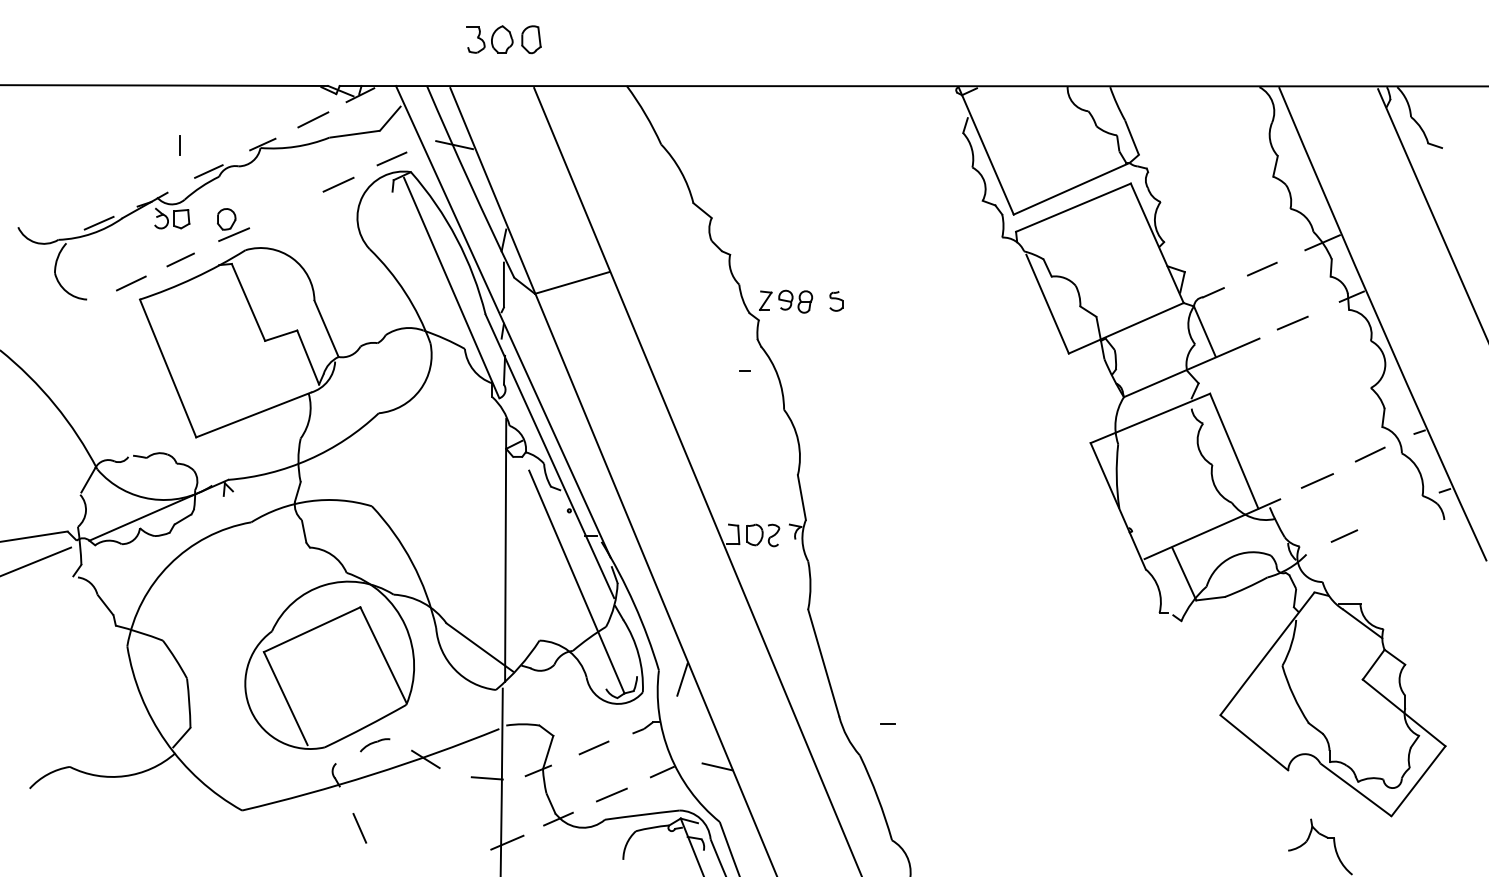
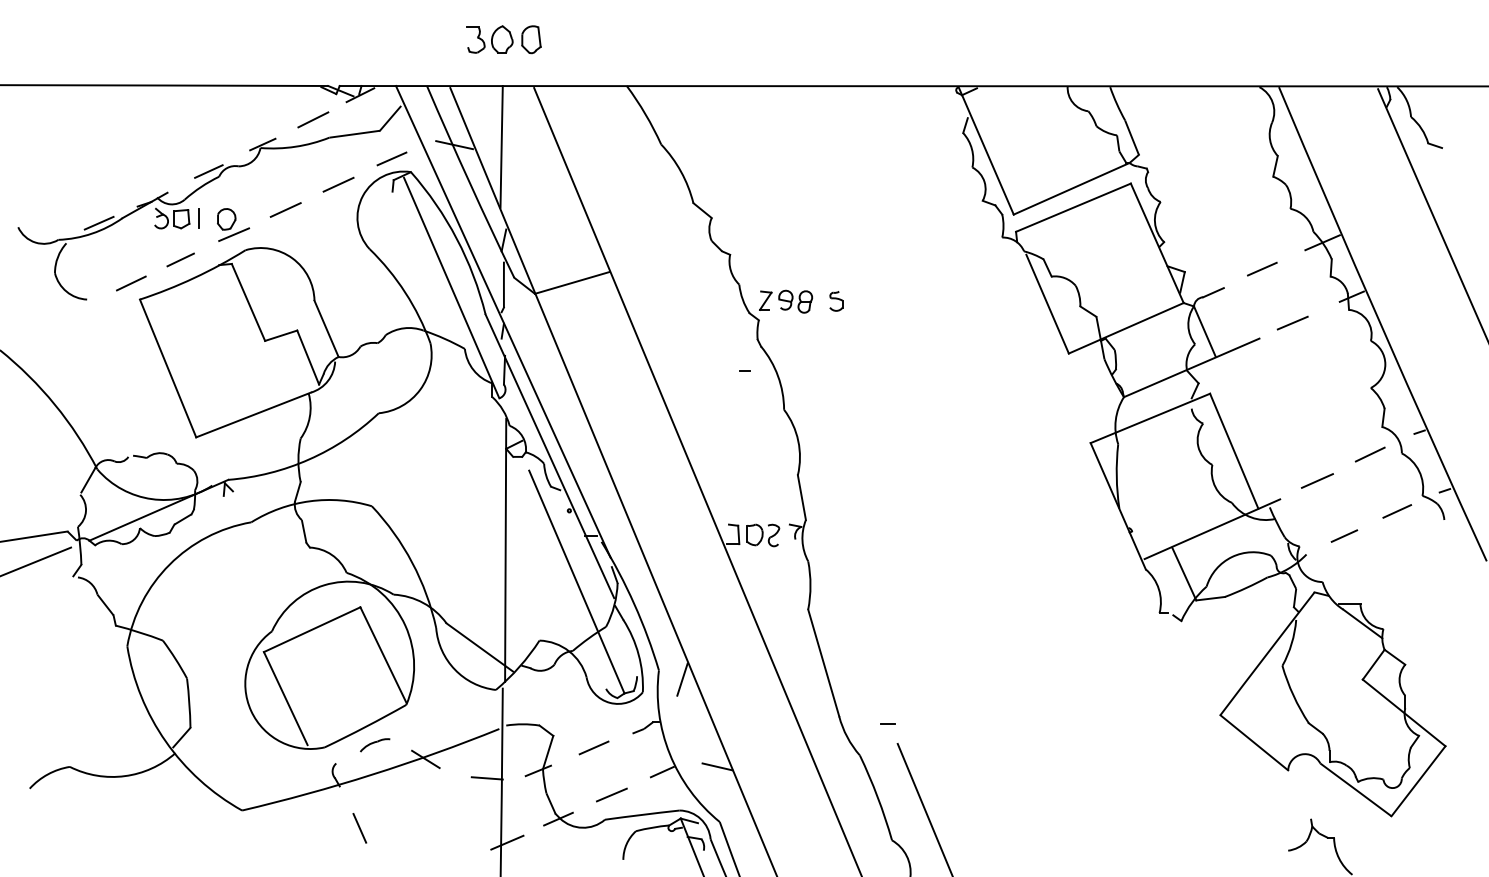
line at (179, 145) position: (179, 145) -> (198, 218)
line at (501, 146): none -> present
line at (285, 209): none -> present
line at (1397, 511): none -> present
line at (924, 808): none -> present
